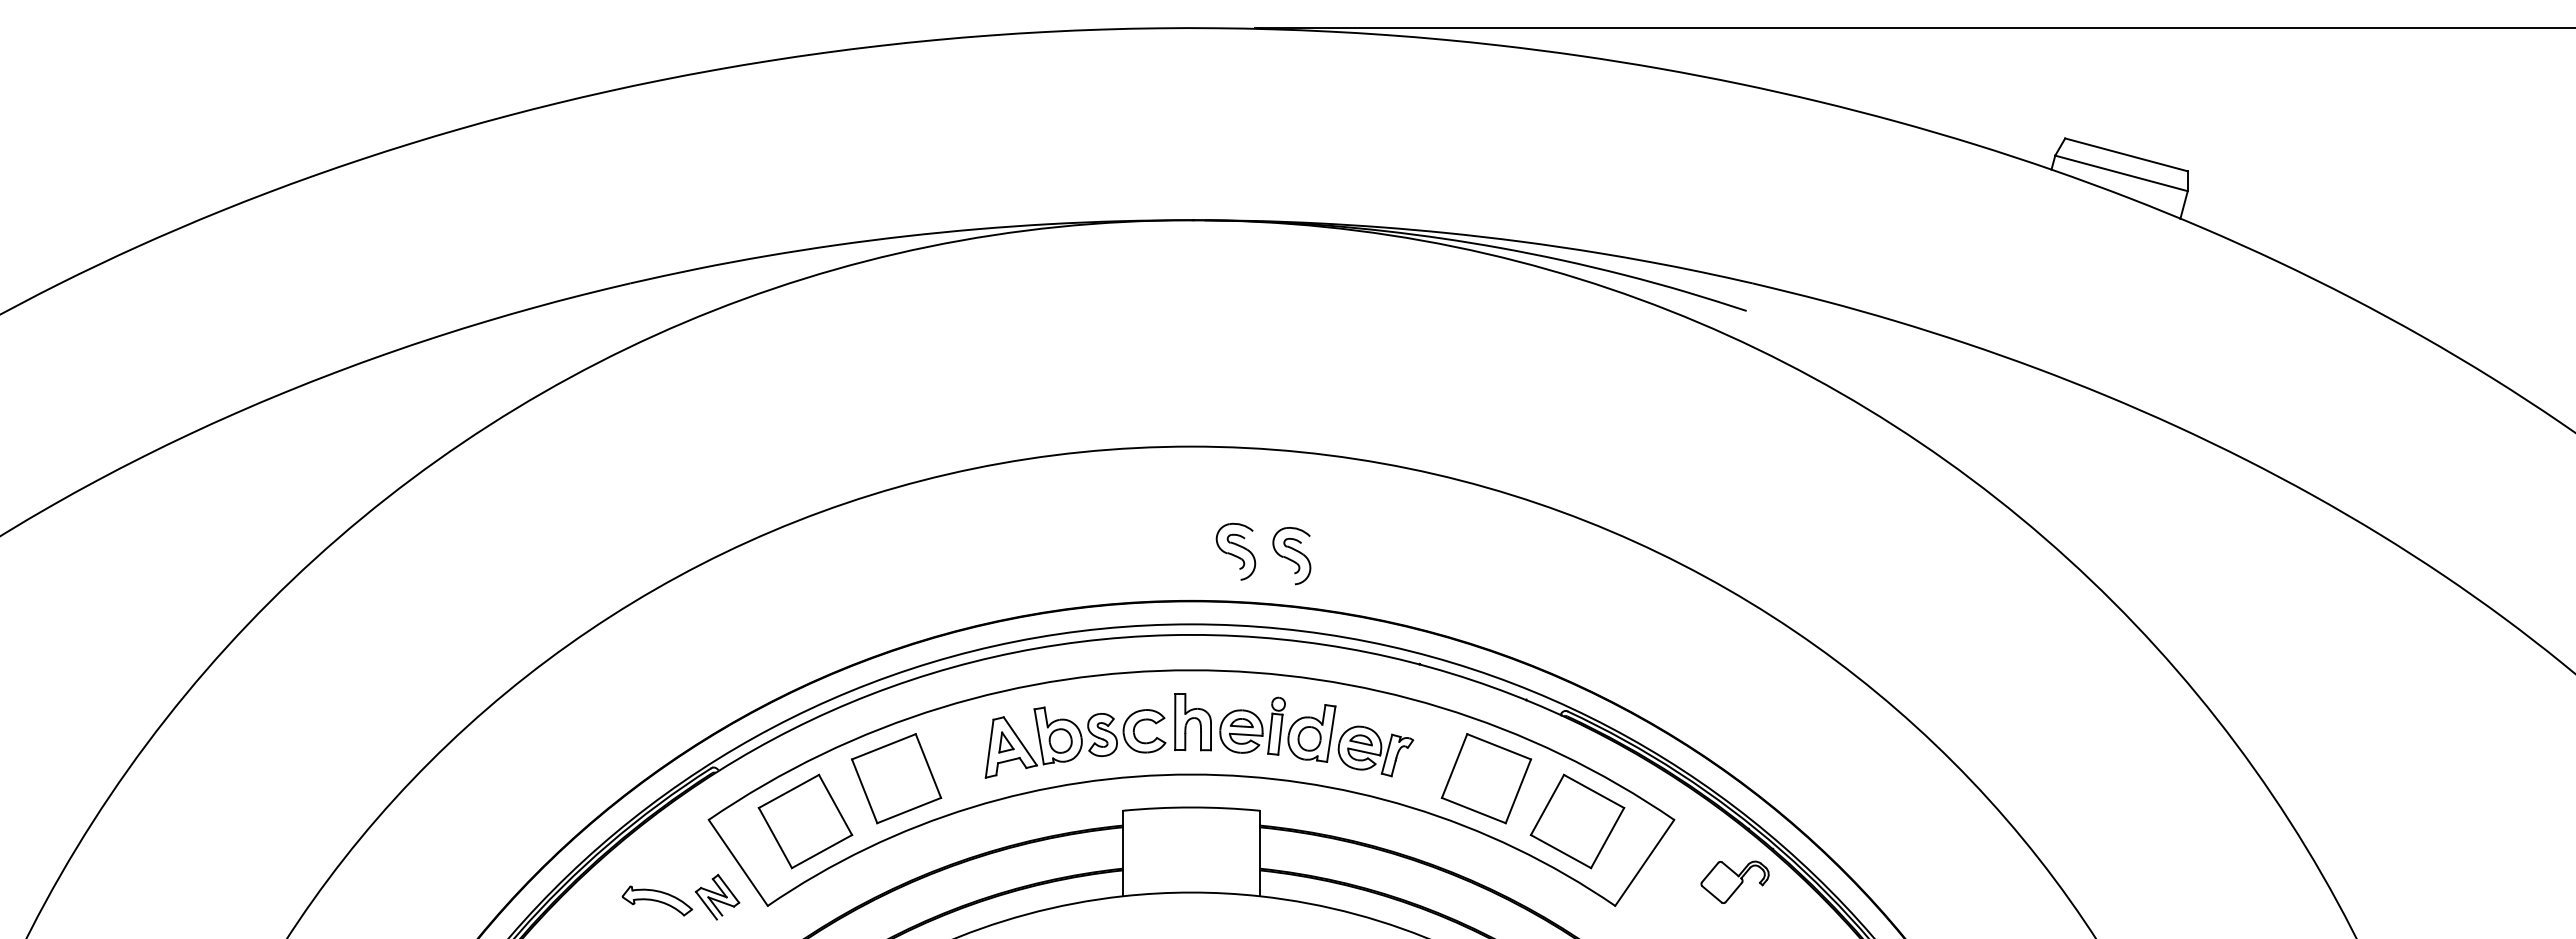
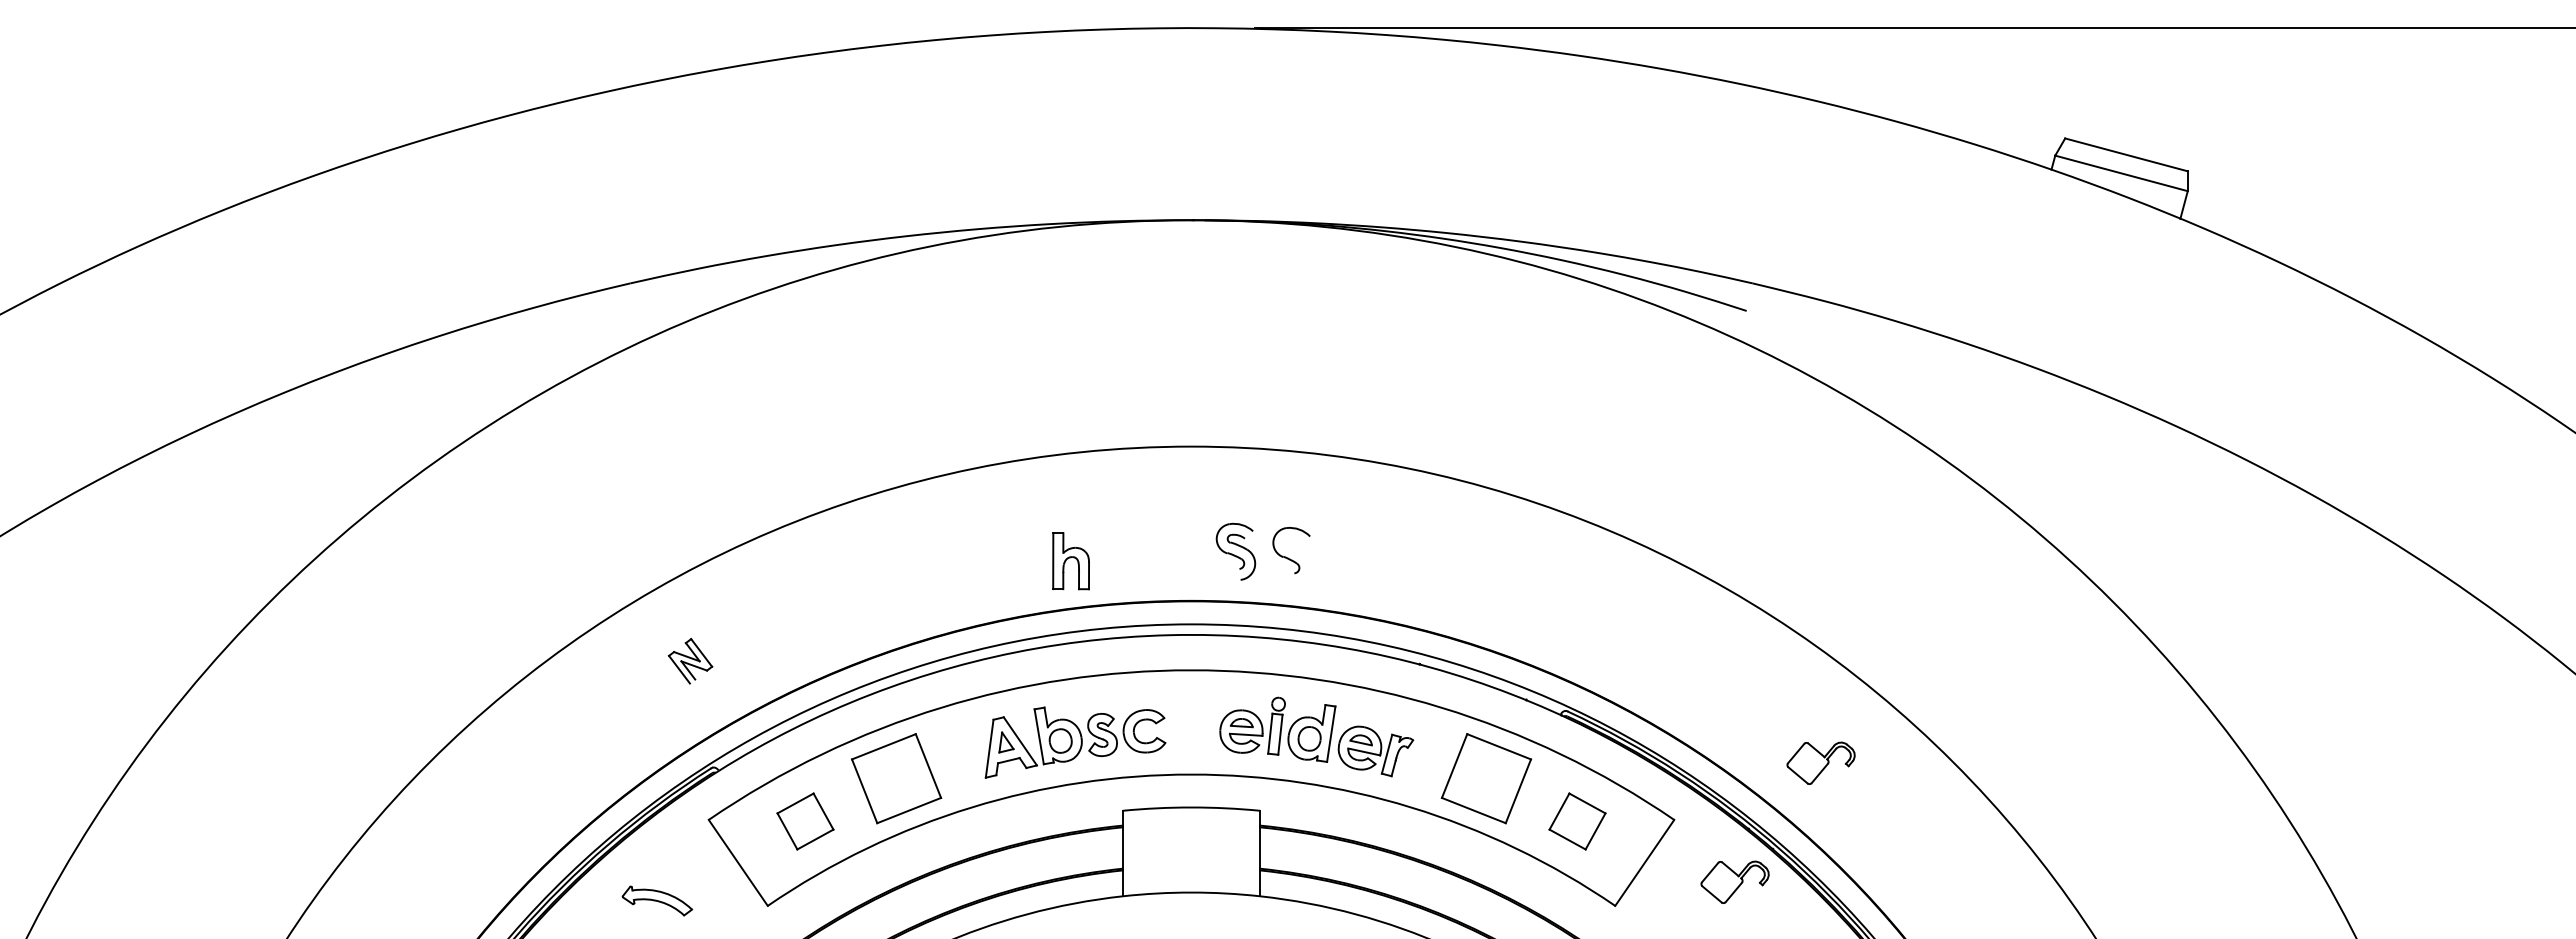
part at (1302, 555): present -> none
part at (1192, 722) position: (1192, 722) -> (1070, 561)
part at (1820, 762): none -> present
part at (805, 821) size: 97x97 px -> 59x59 px
part at (1577, 821) size: 97x97 px -> 59x59 px
part at (717, 896) position: (717, 896) -> (690, 660)
